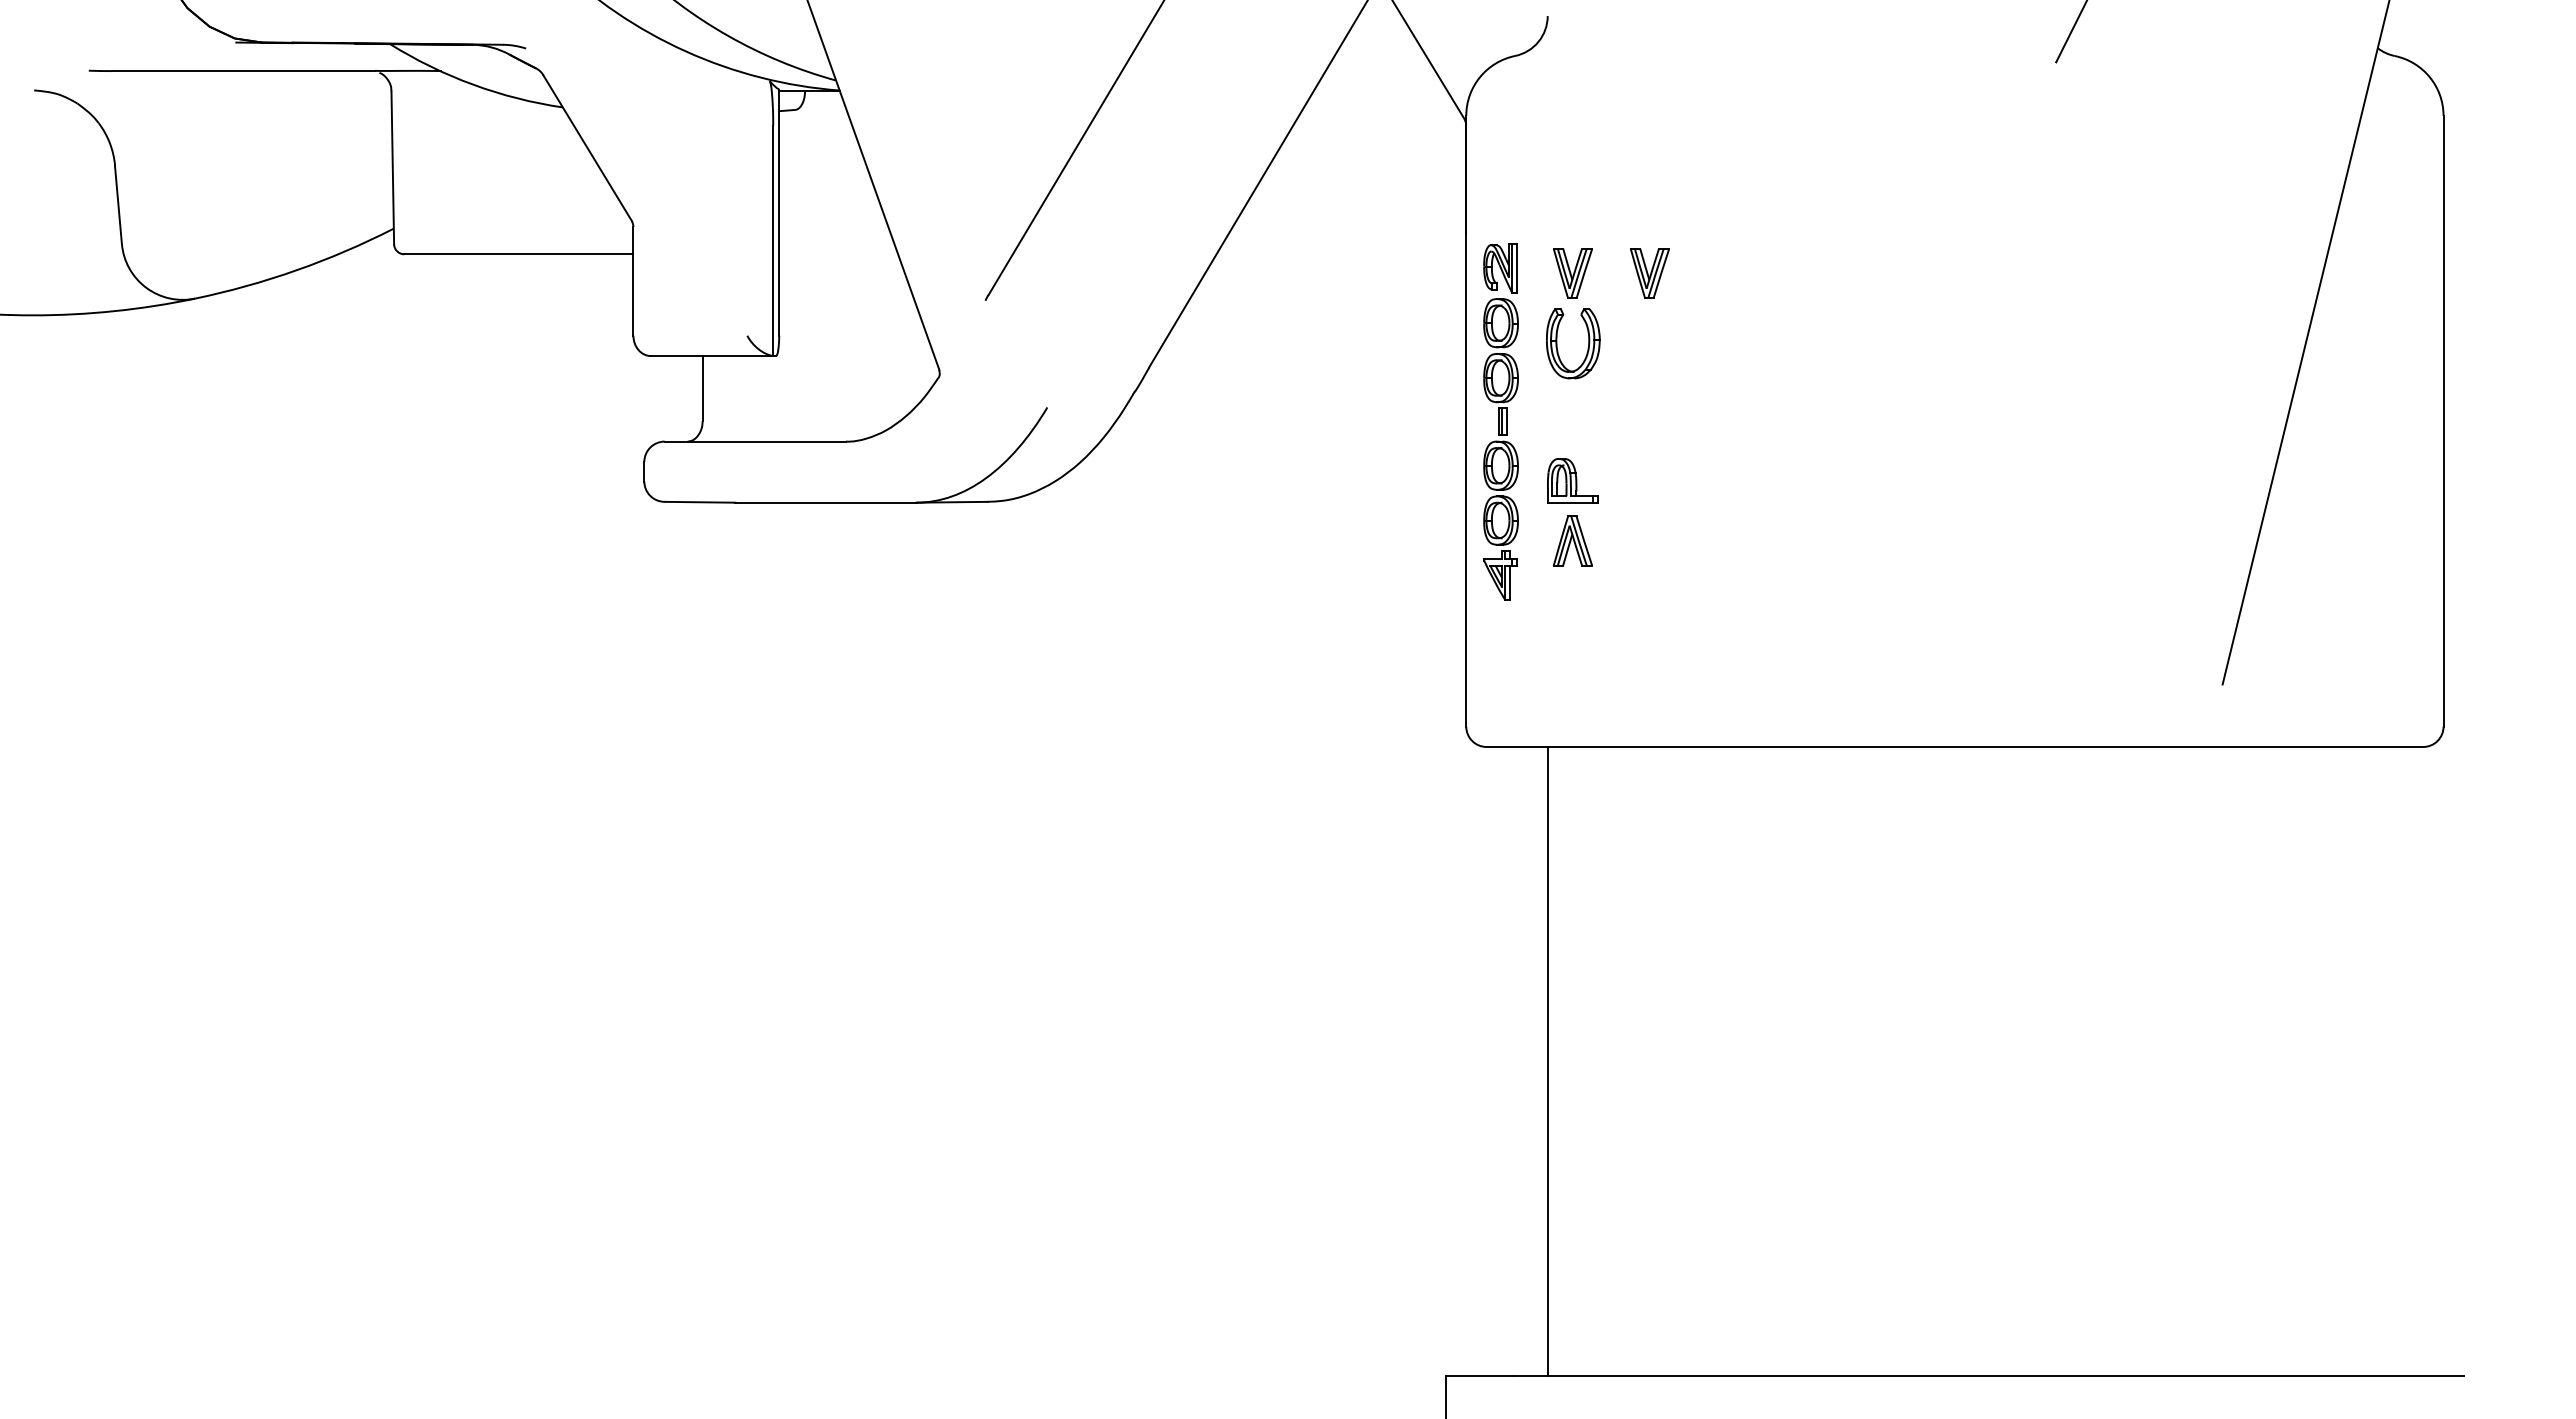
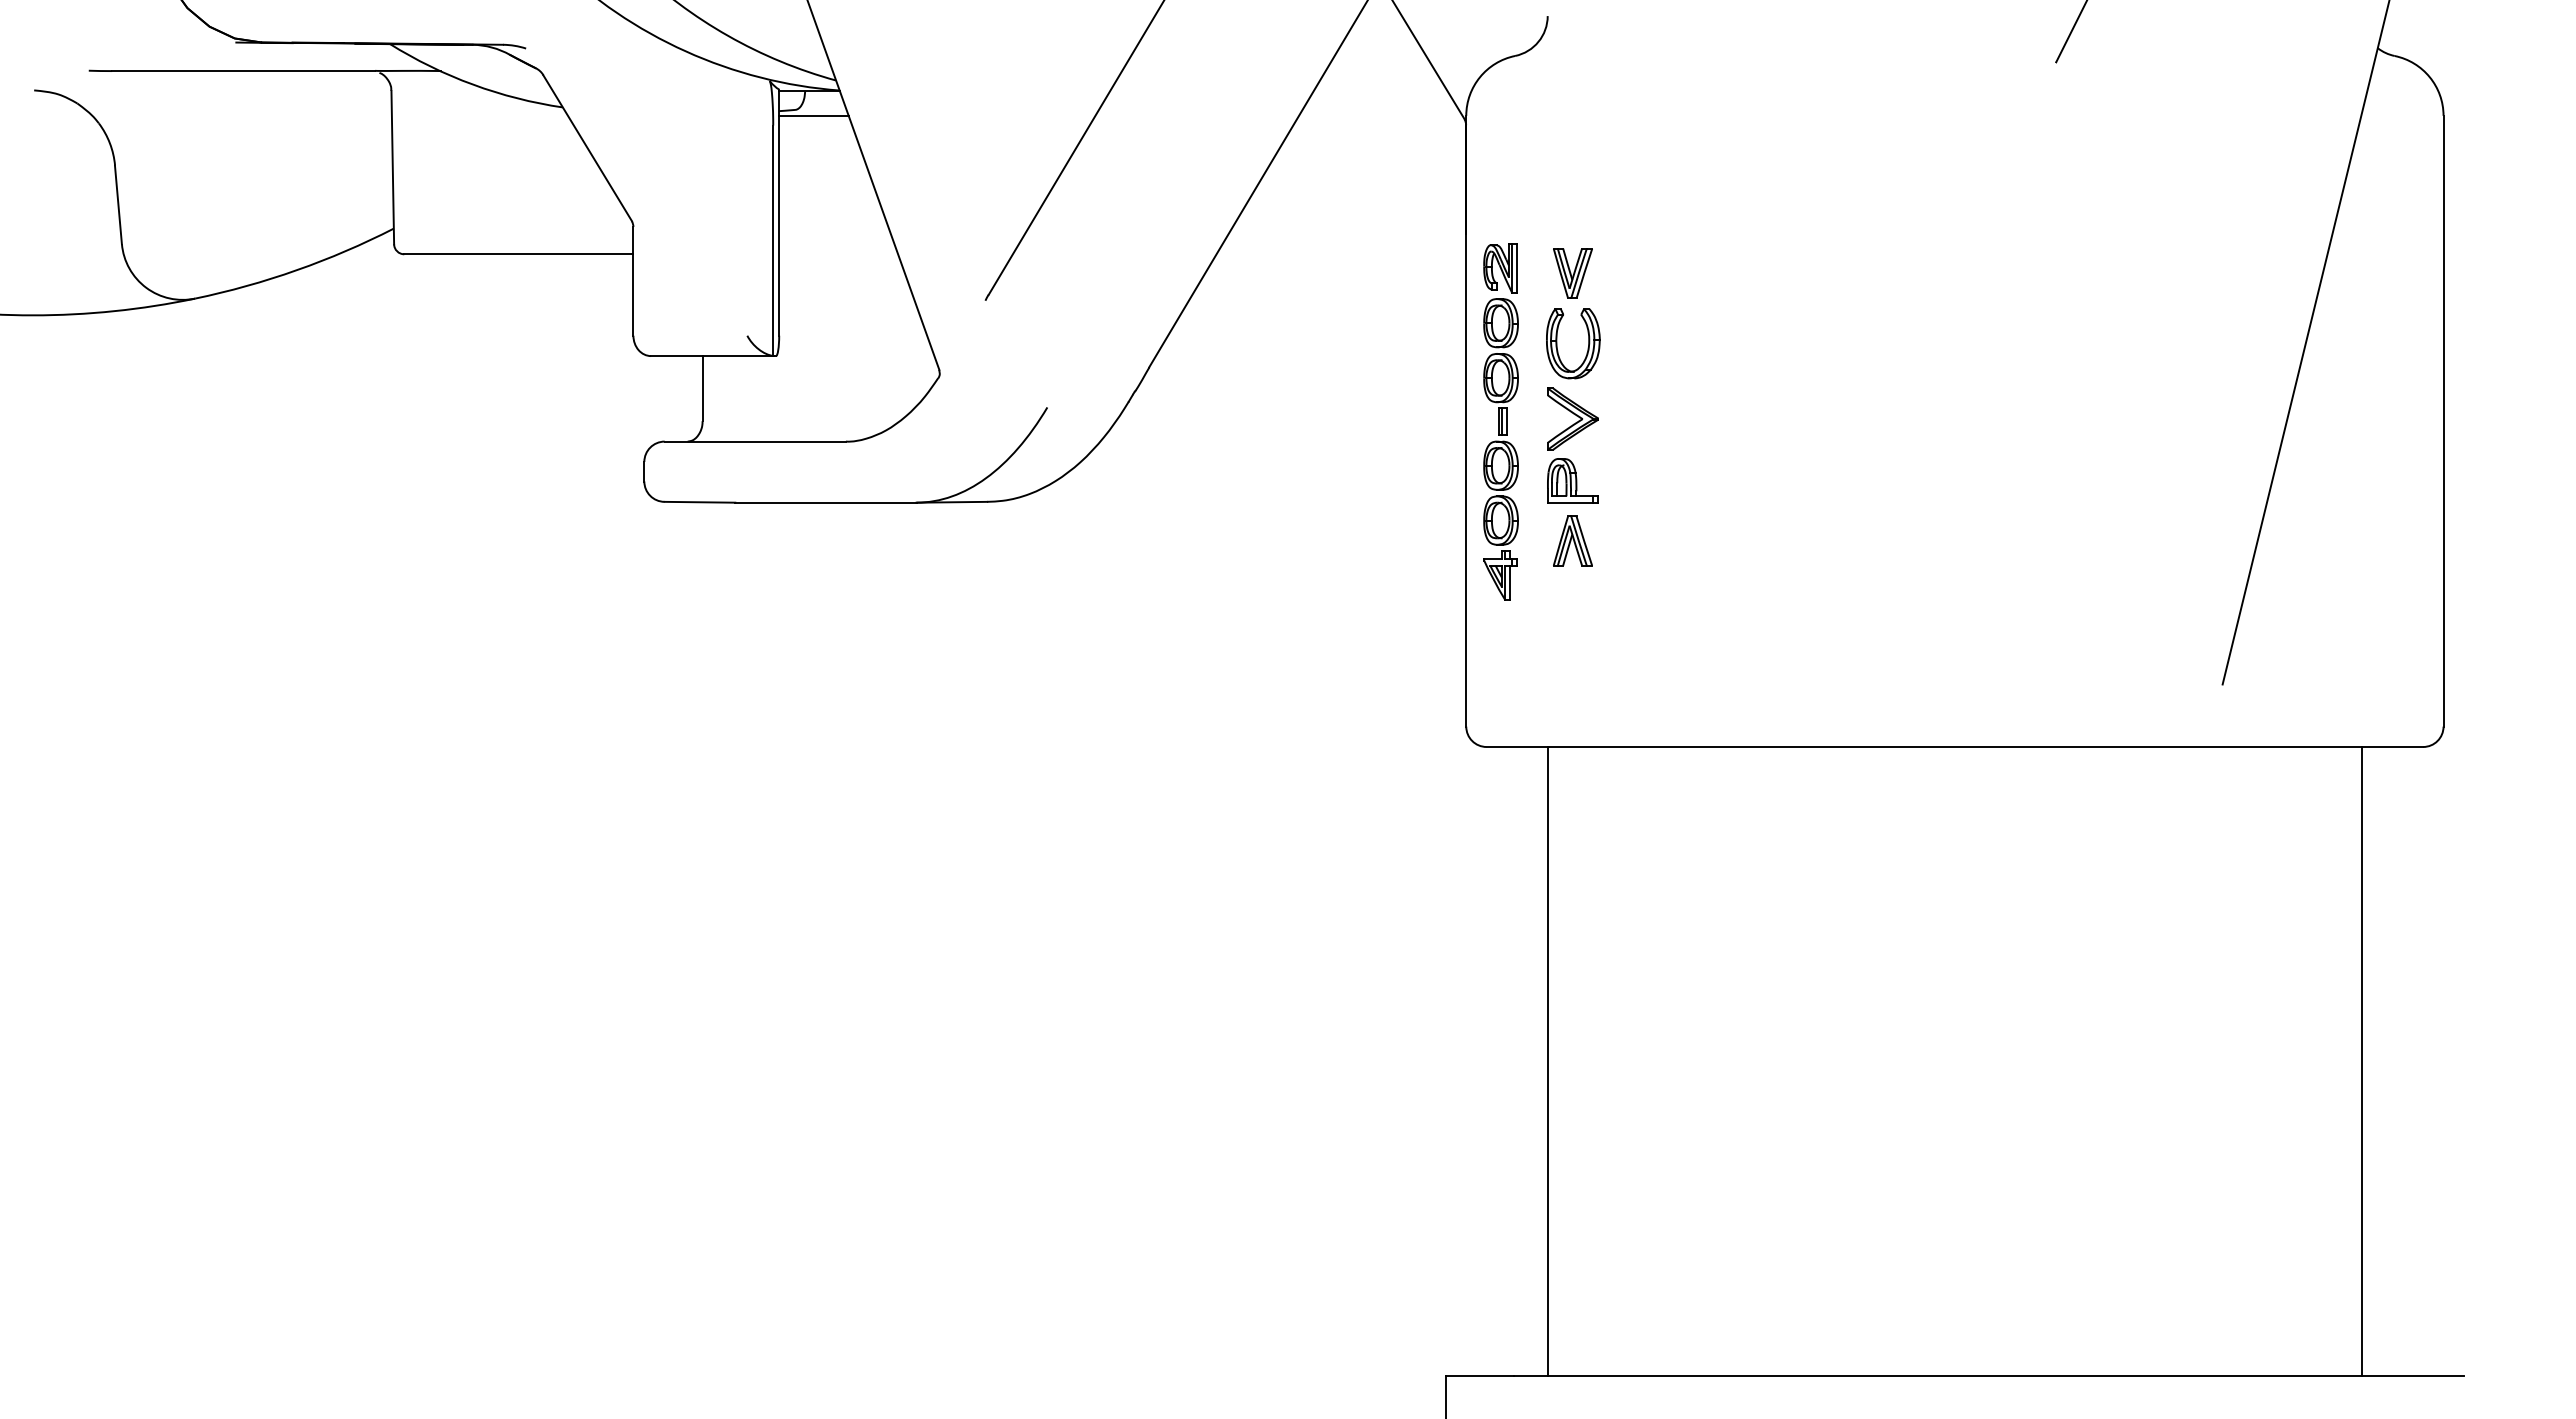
line at (813, 115): none -> present
part at (1649, 273): present -> none
part at (1572, 418): none -> present
line at (2362, 1061): none -> present
